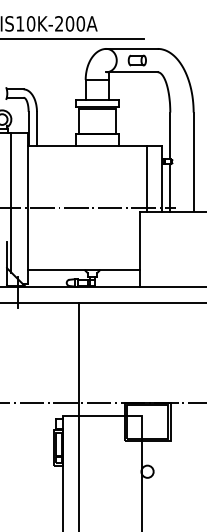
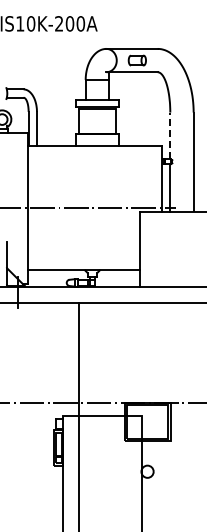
line at (72, 38): present -> none
line at (170, 135): solid -> dashed
line at (146, 178): present -> none
line at (11, 202): present -> none
